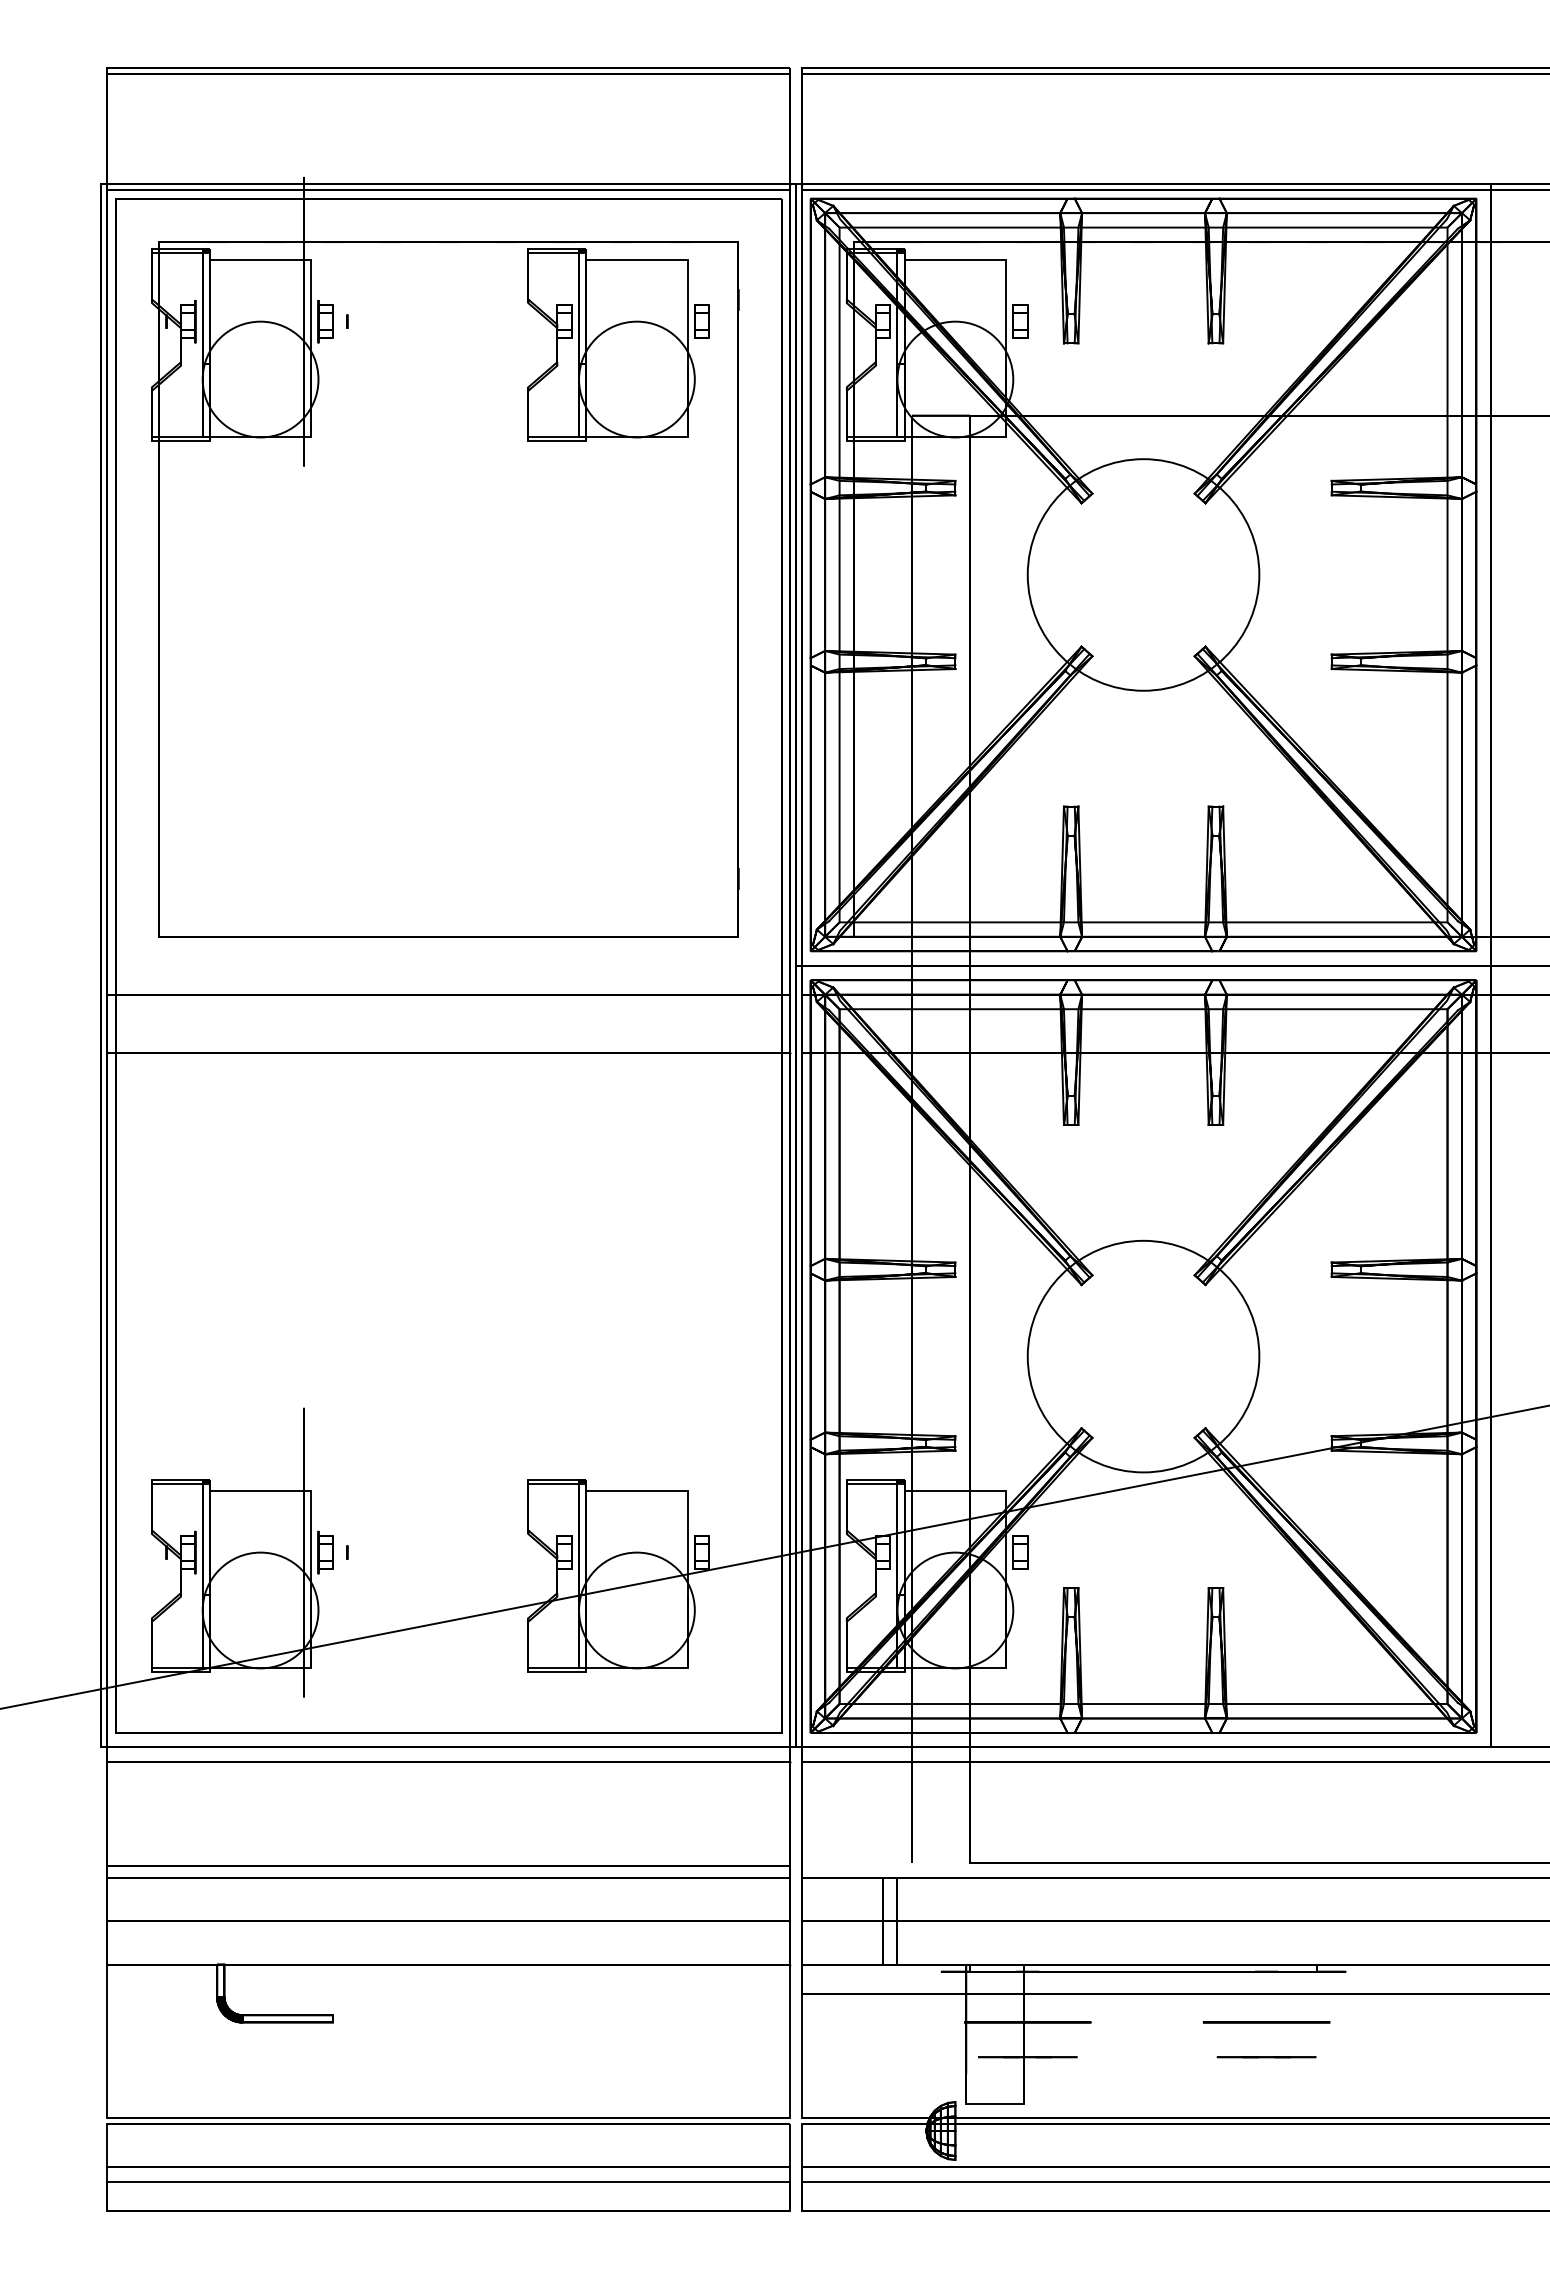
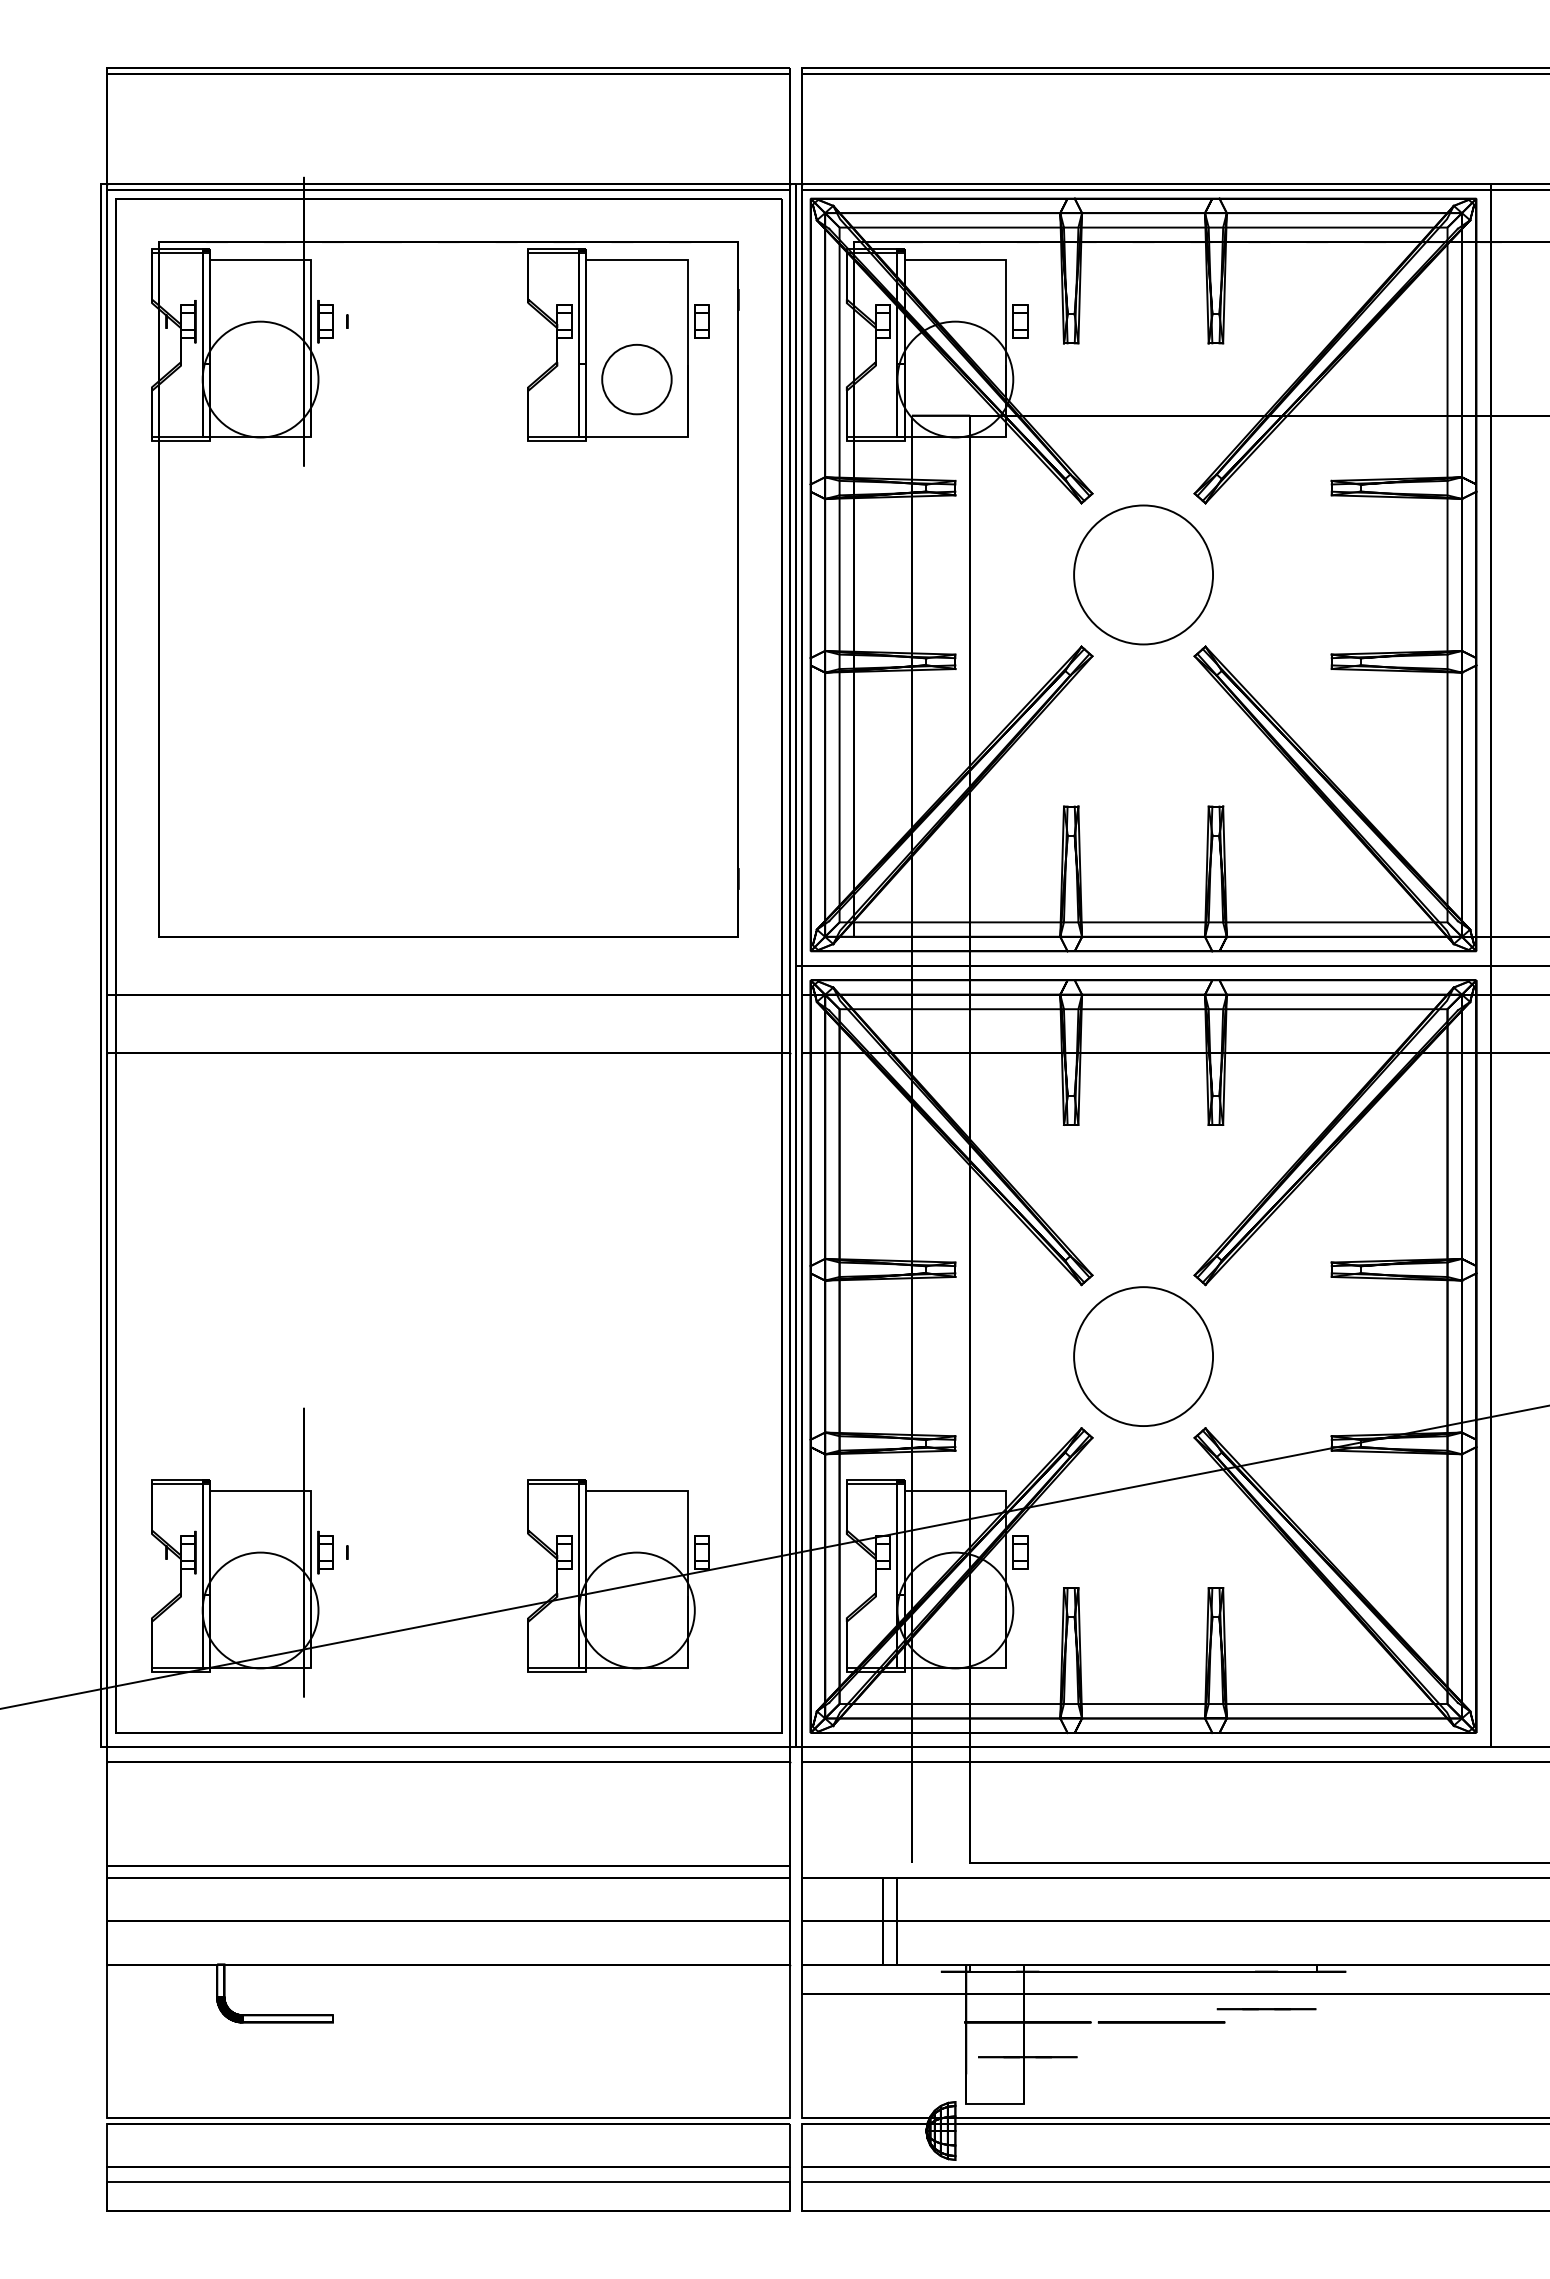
circle at (636, 379) diameter: 116 px -> 69 px
circle at (1143, 574) diameter: 232 px -> 139 px
circle at (1143, 1356) diameter: 232 px -> 139 px
circle at (1266, 2022) position: (1266, 2022) -> (1161, 2022)
line at (1266, 2057) position: (1266, 2057) -> (1266, 2009)
